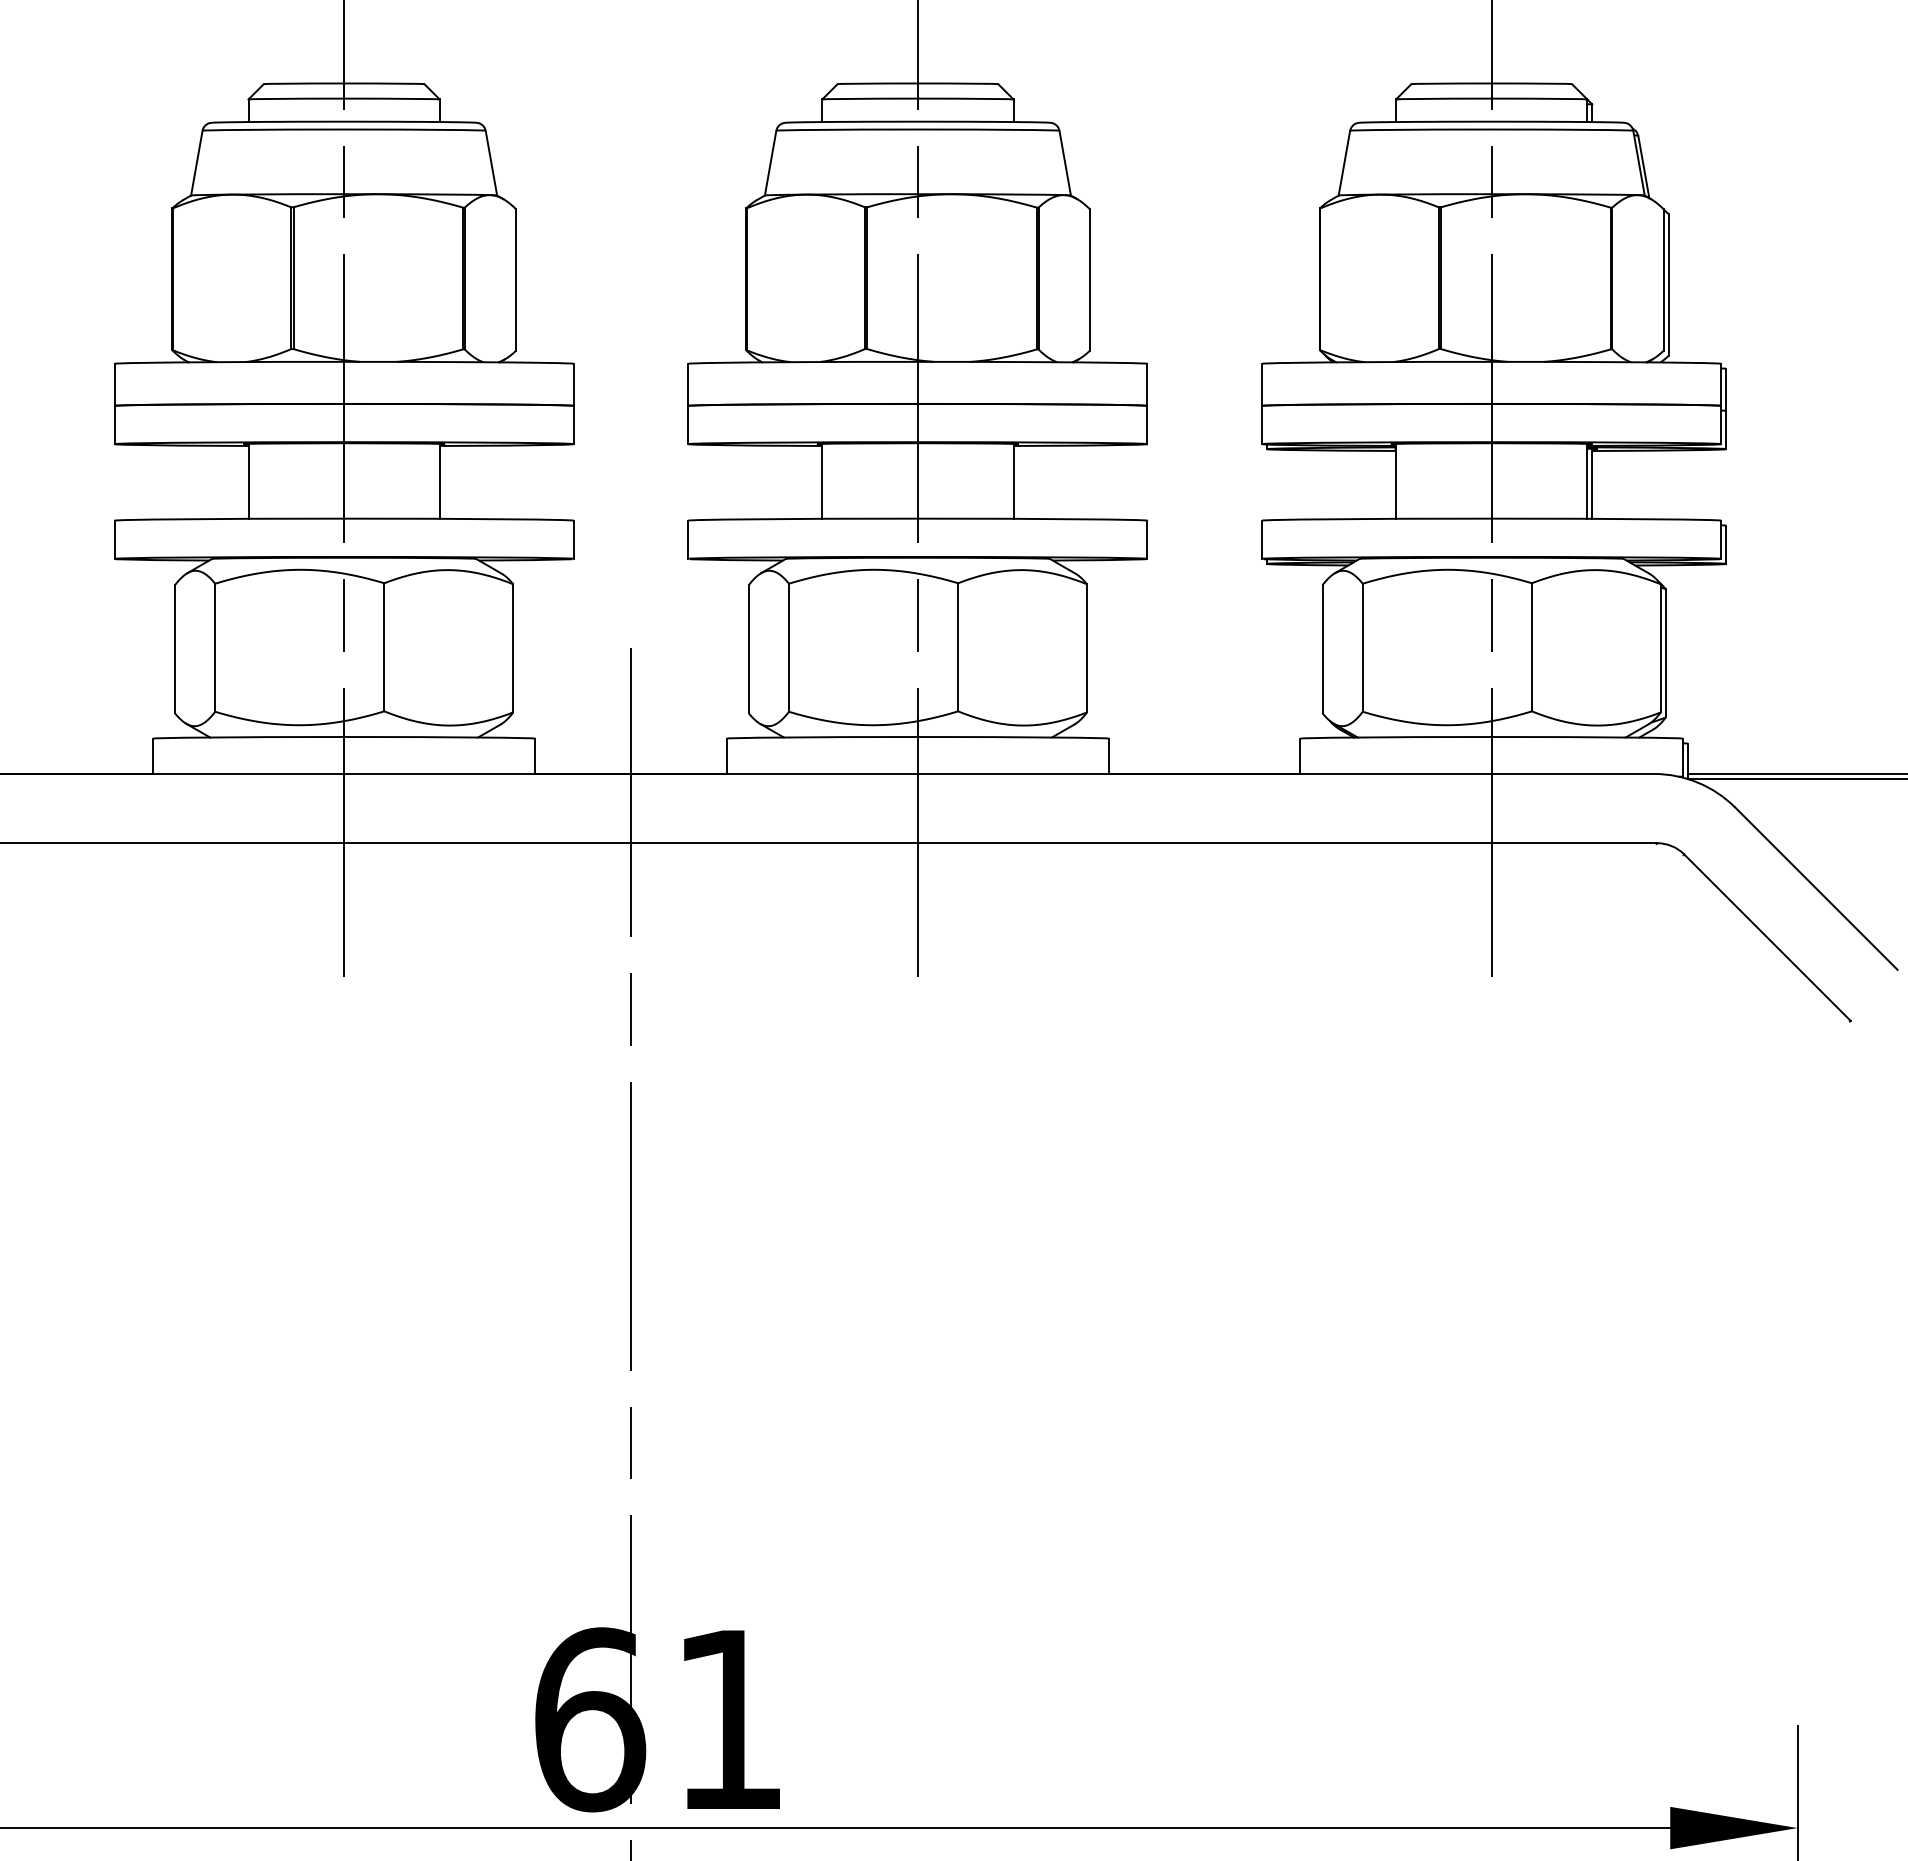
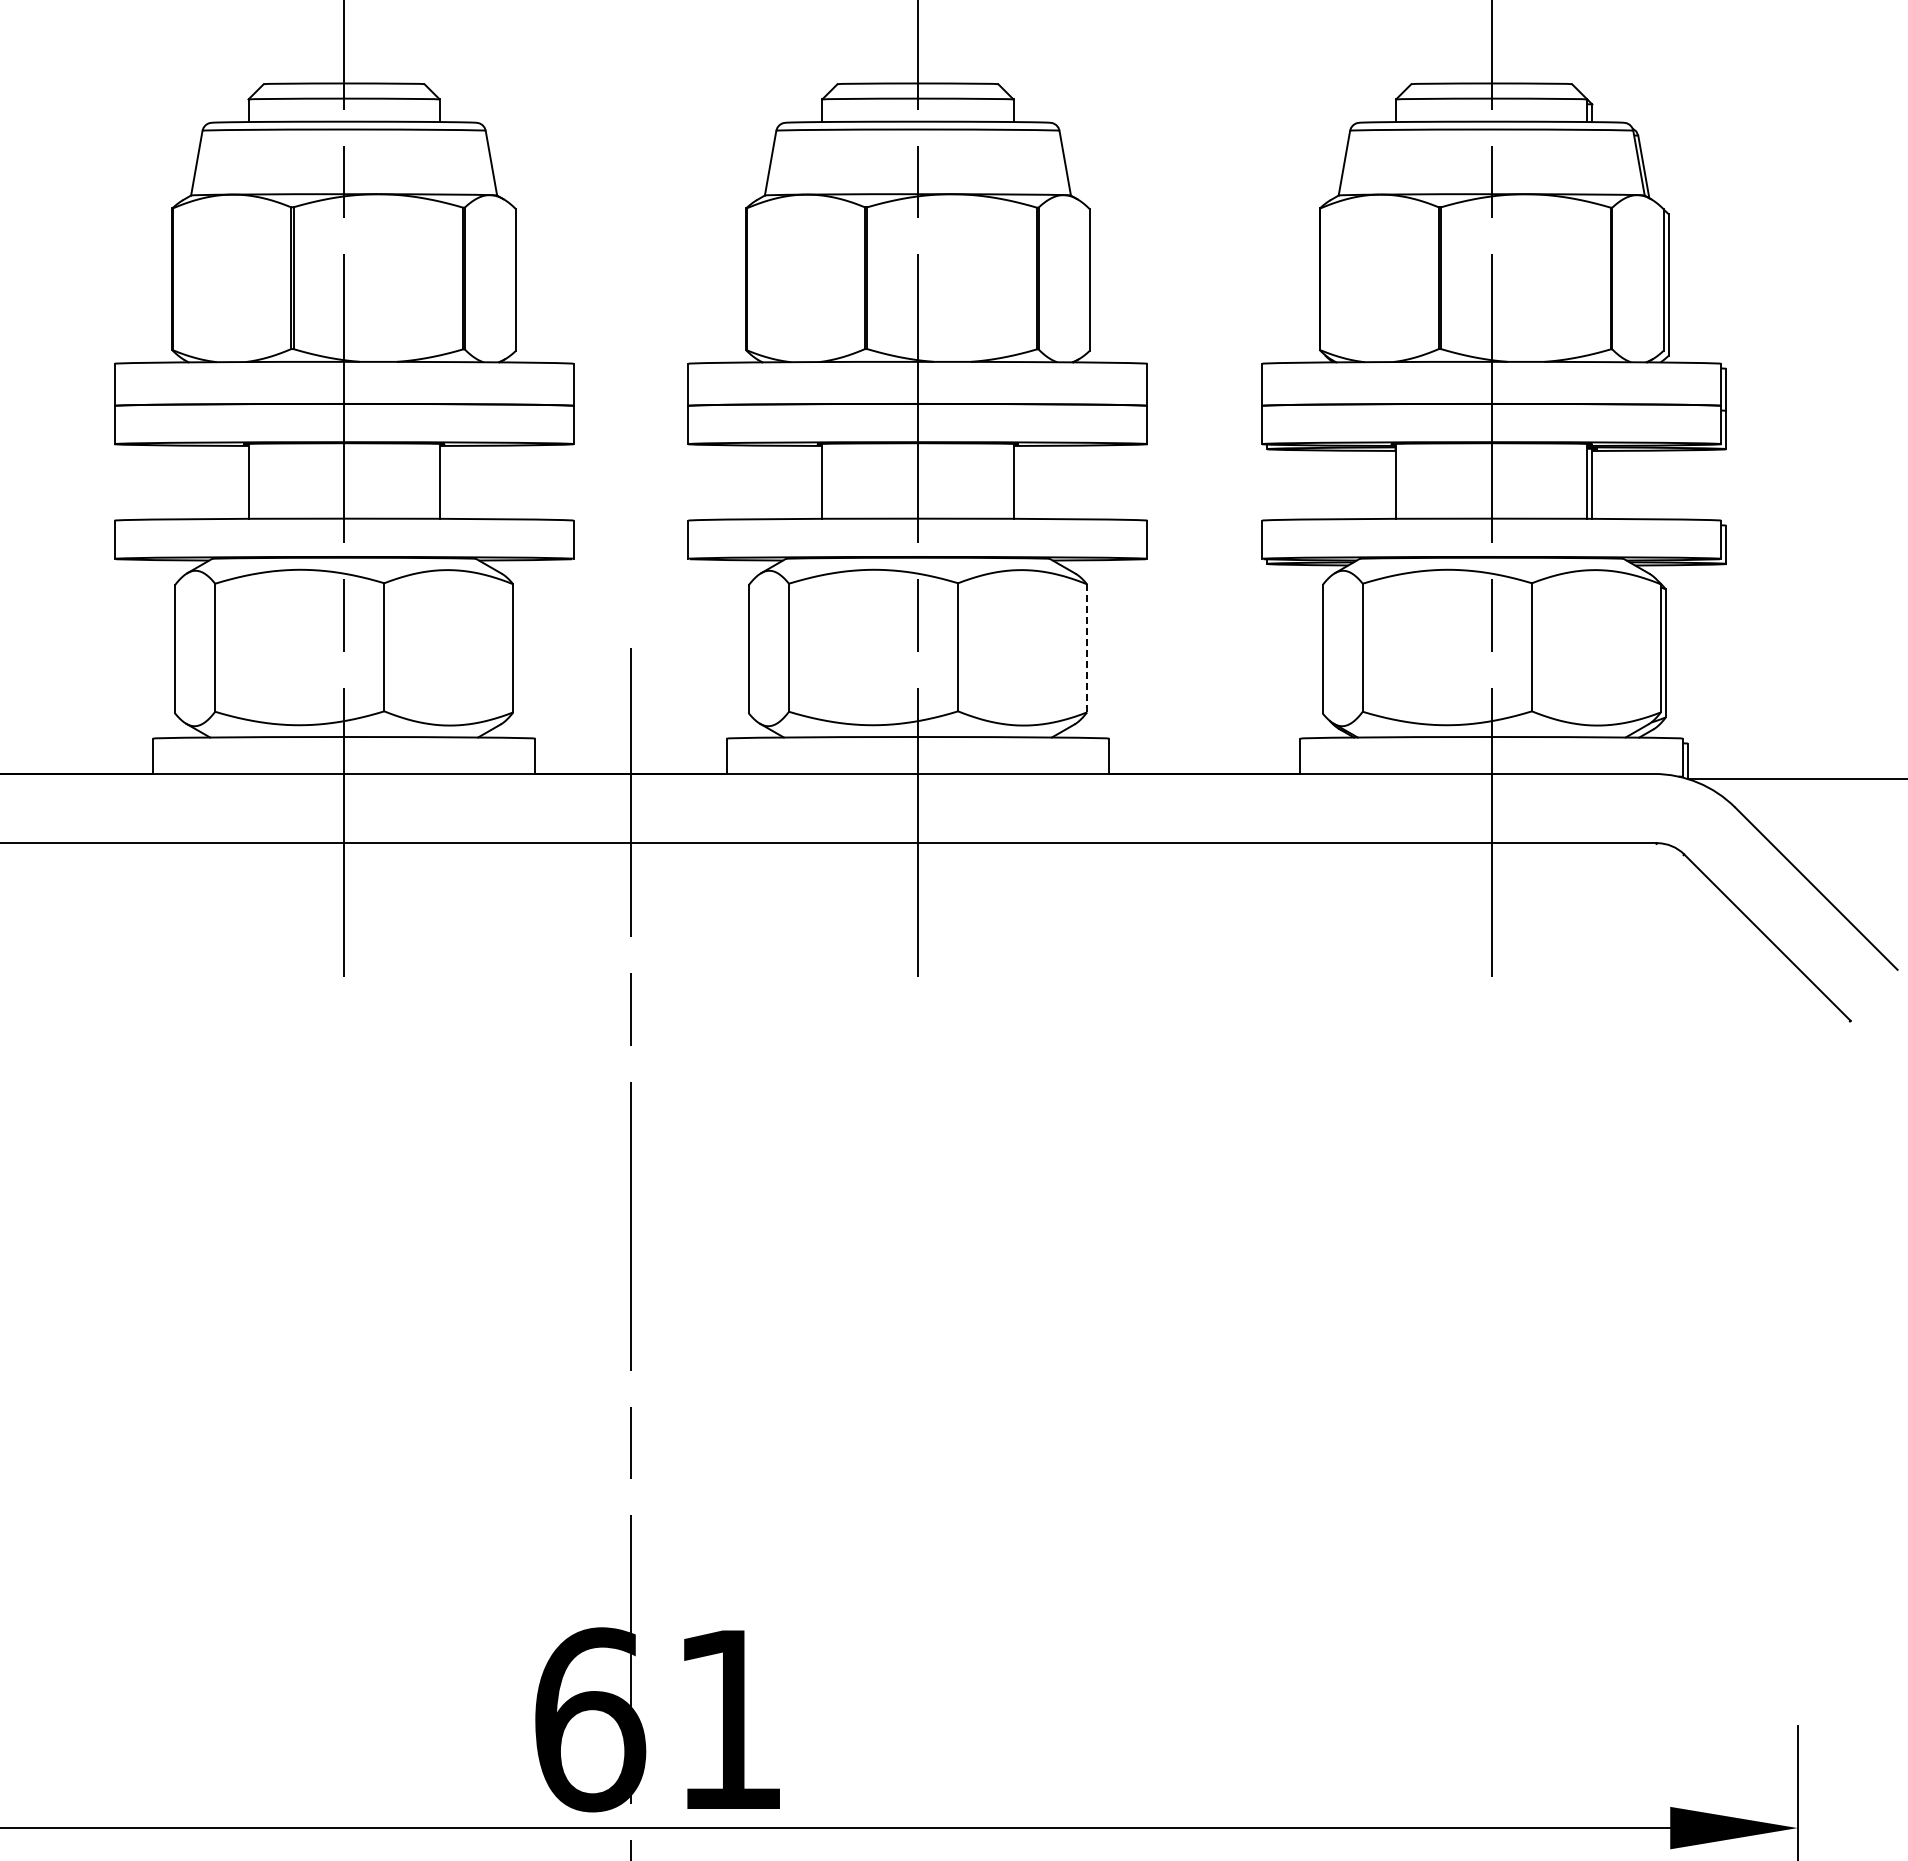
line at (1087, 647): solid -> dashed
line at (1795, 773): present -> none
